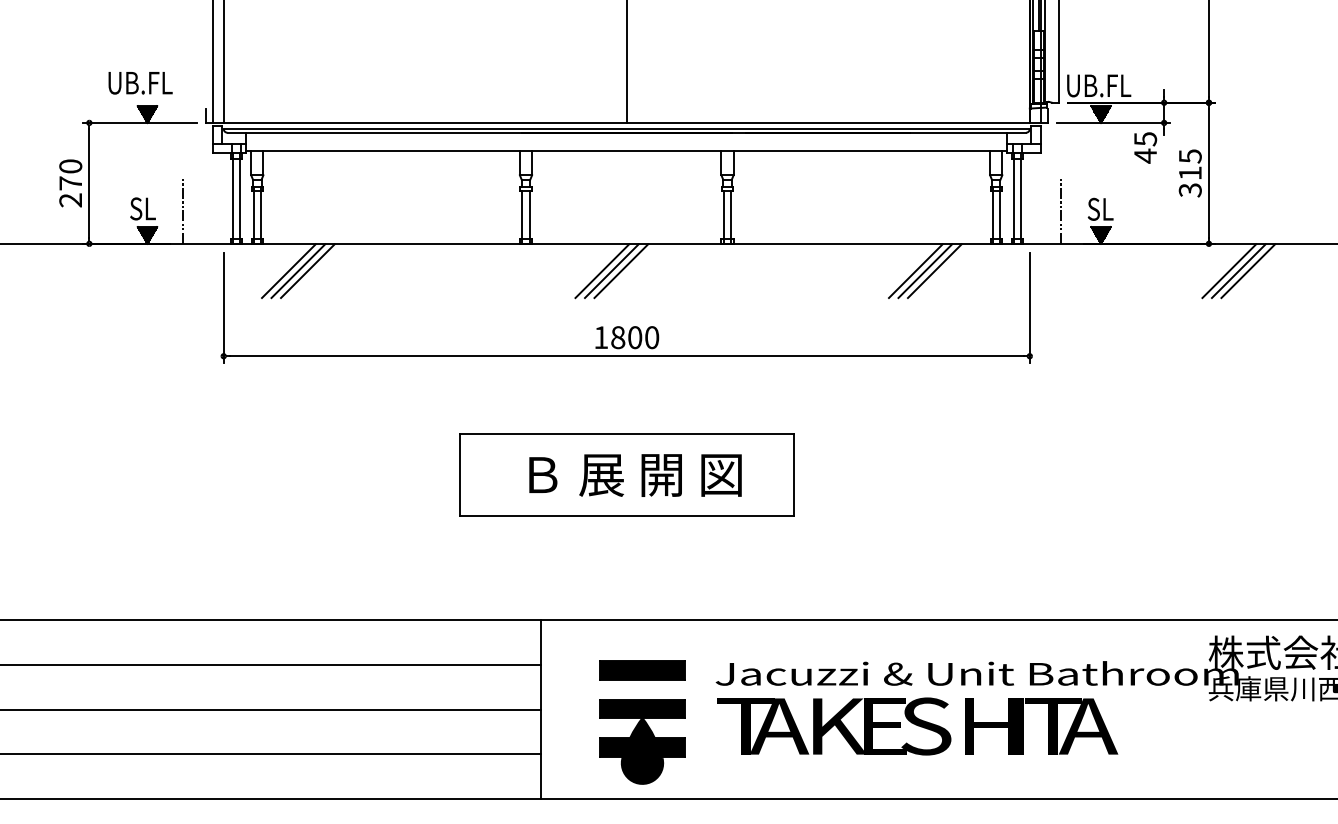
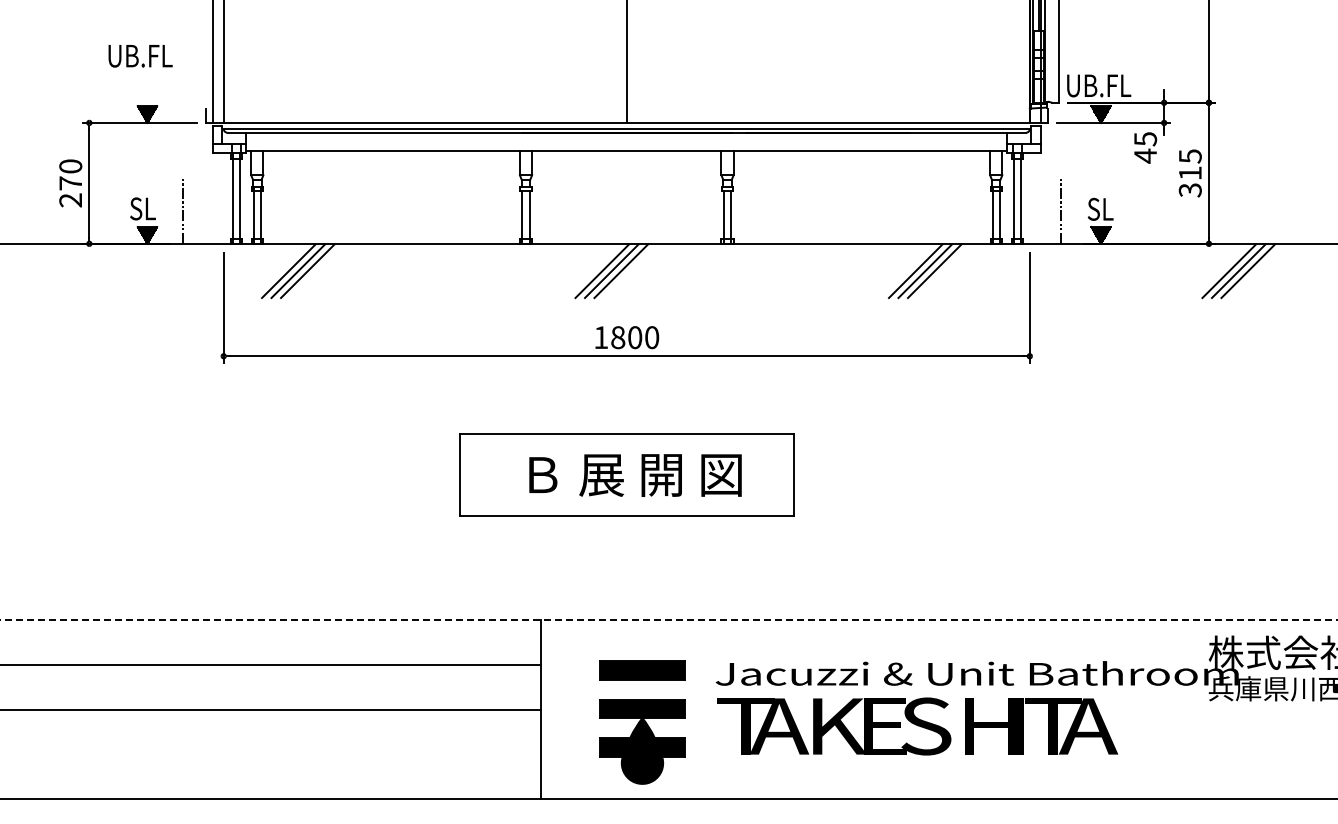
text at (140, 83) position: (140, 83) -> (140, 56)
line at (669, 620): solid -> dashed
line at (271, 754): present -> none
